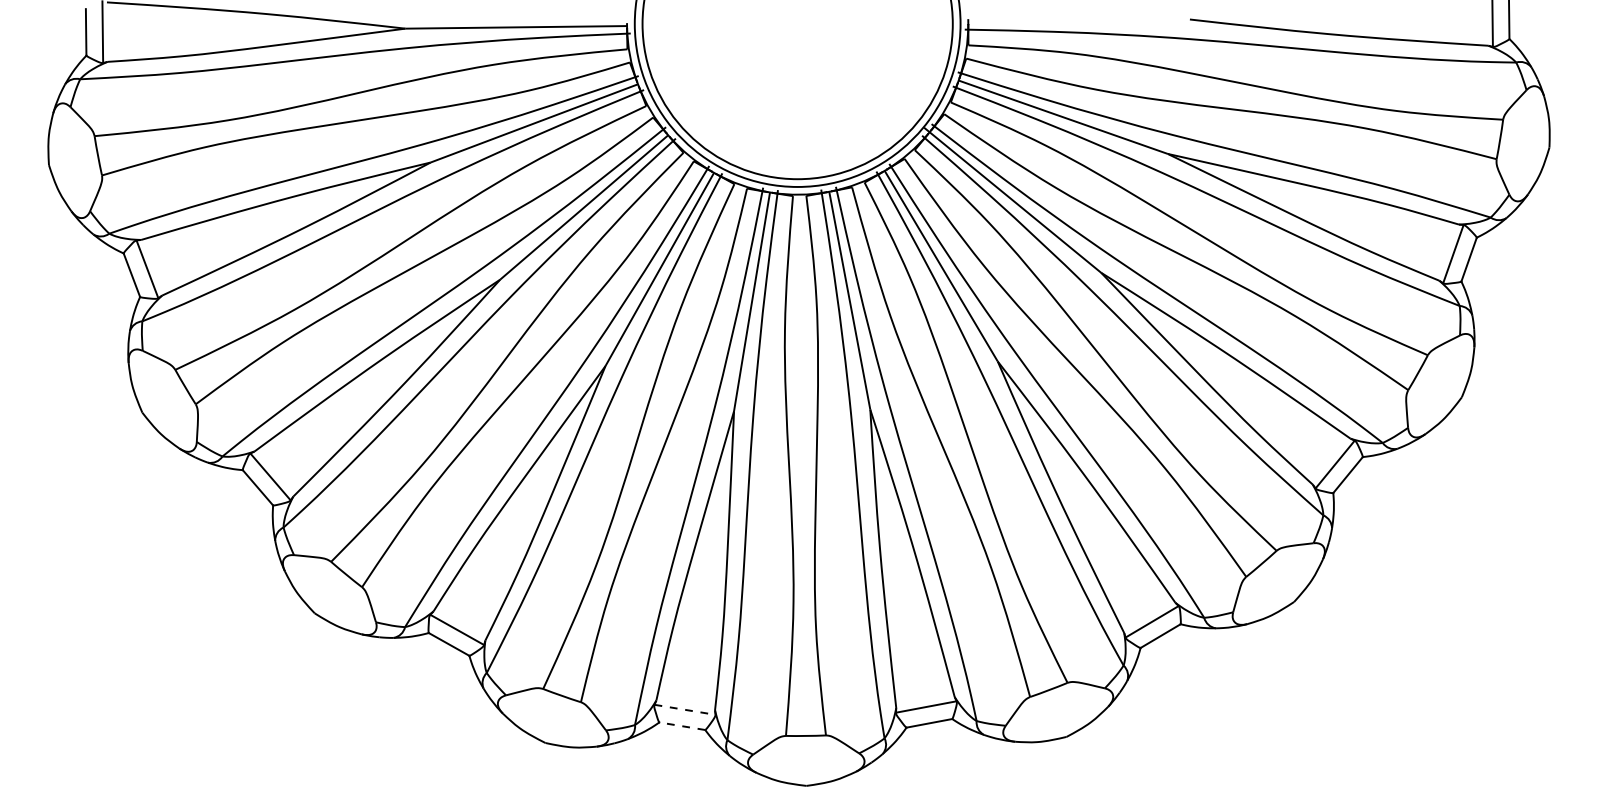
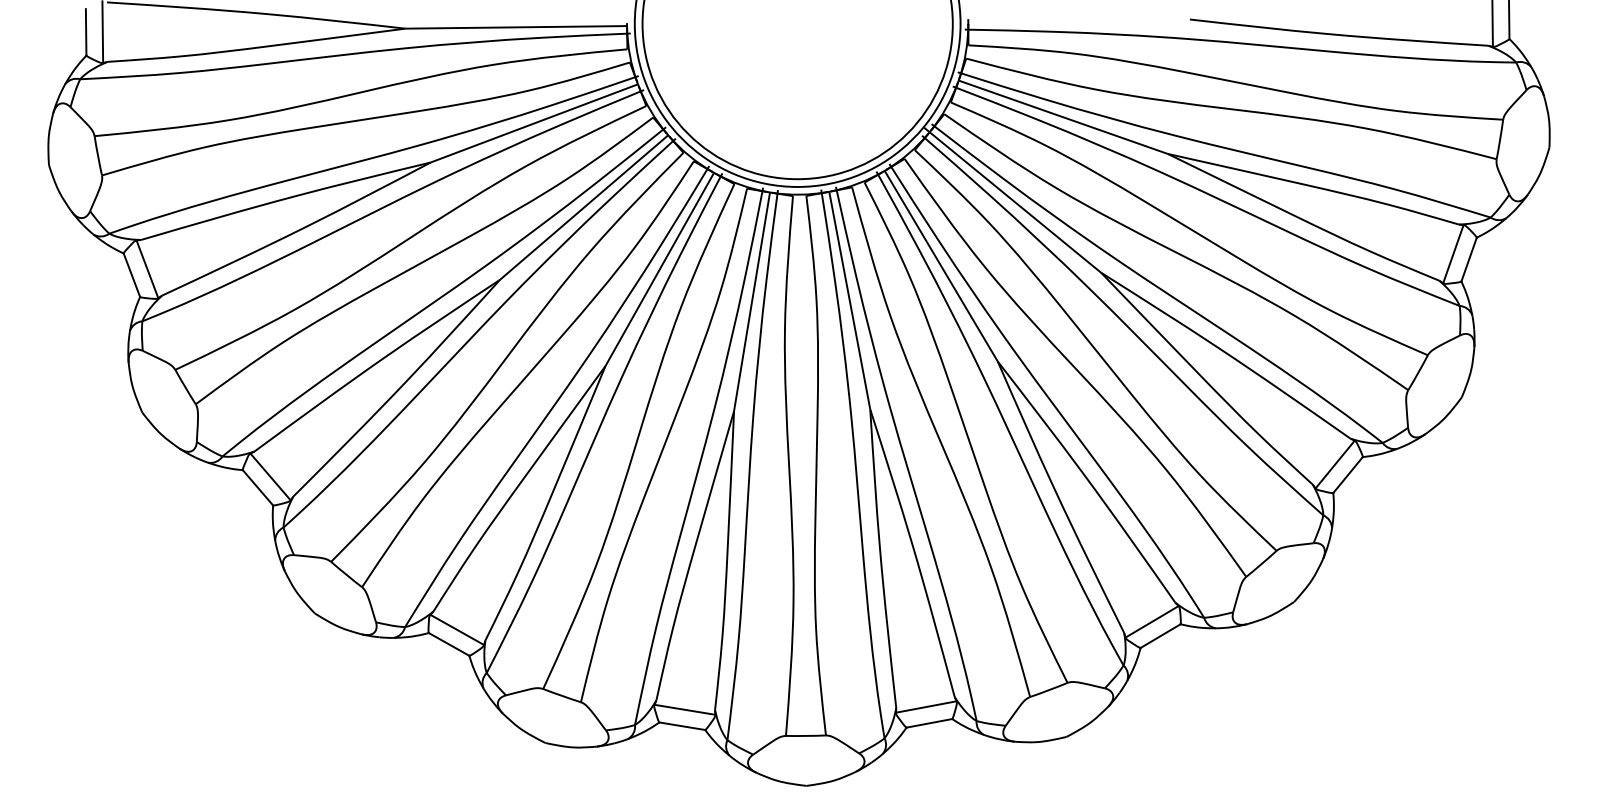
line at (684, 709): dashed -> solid
line at (681, 726): dashed -> solid
